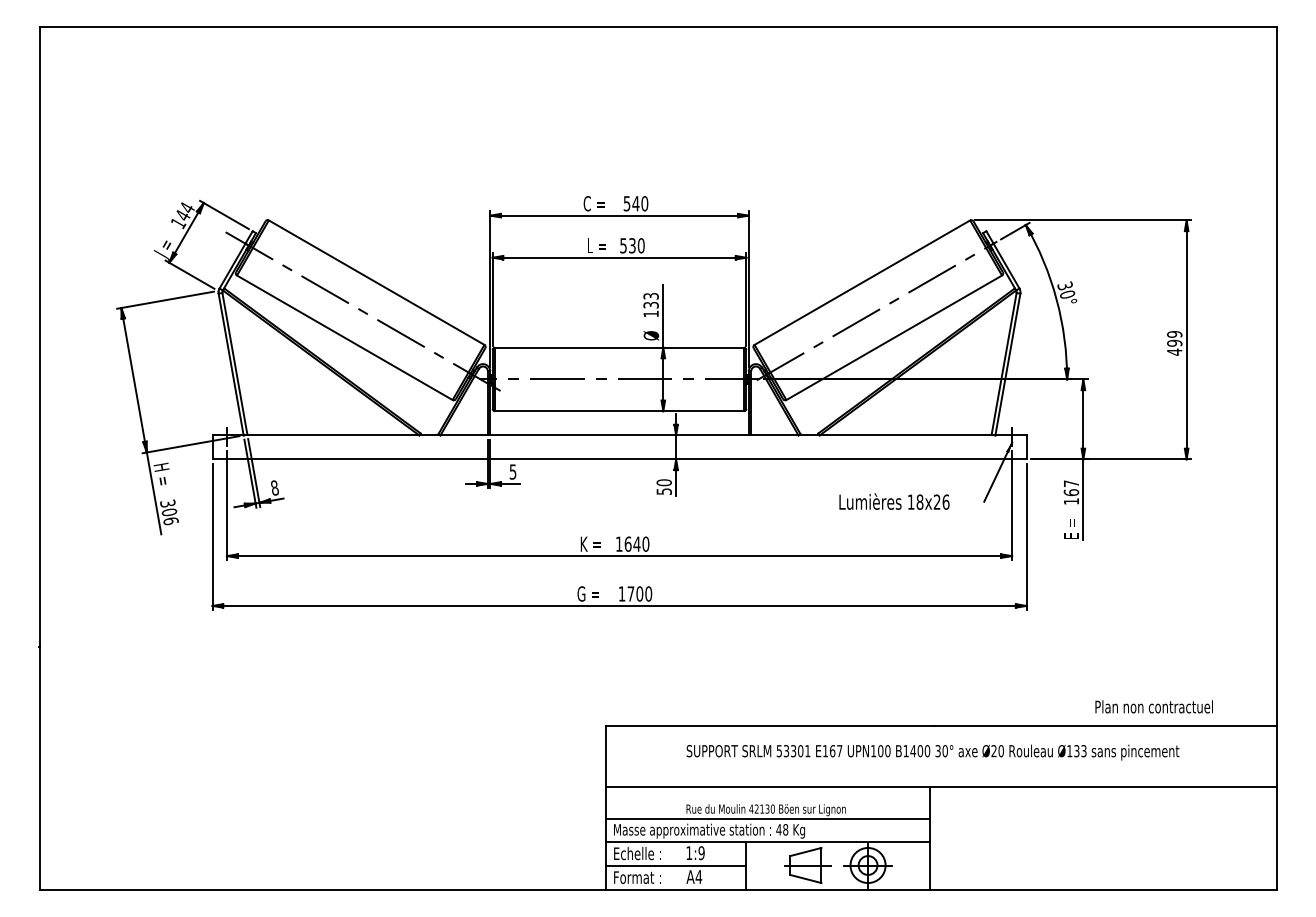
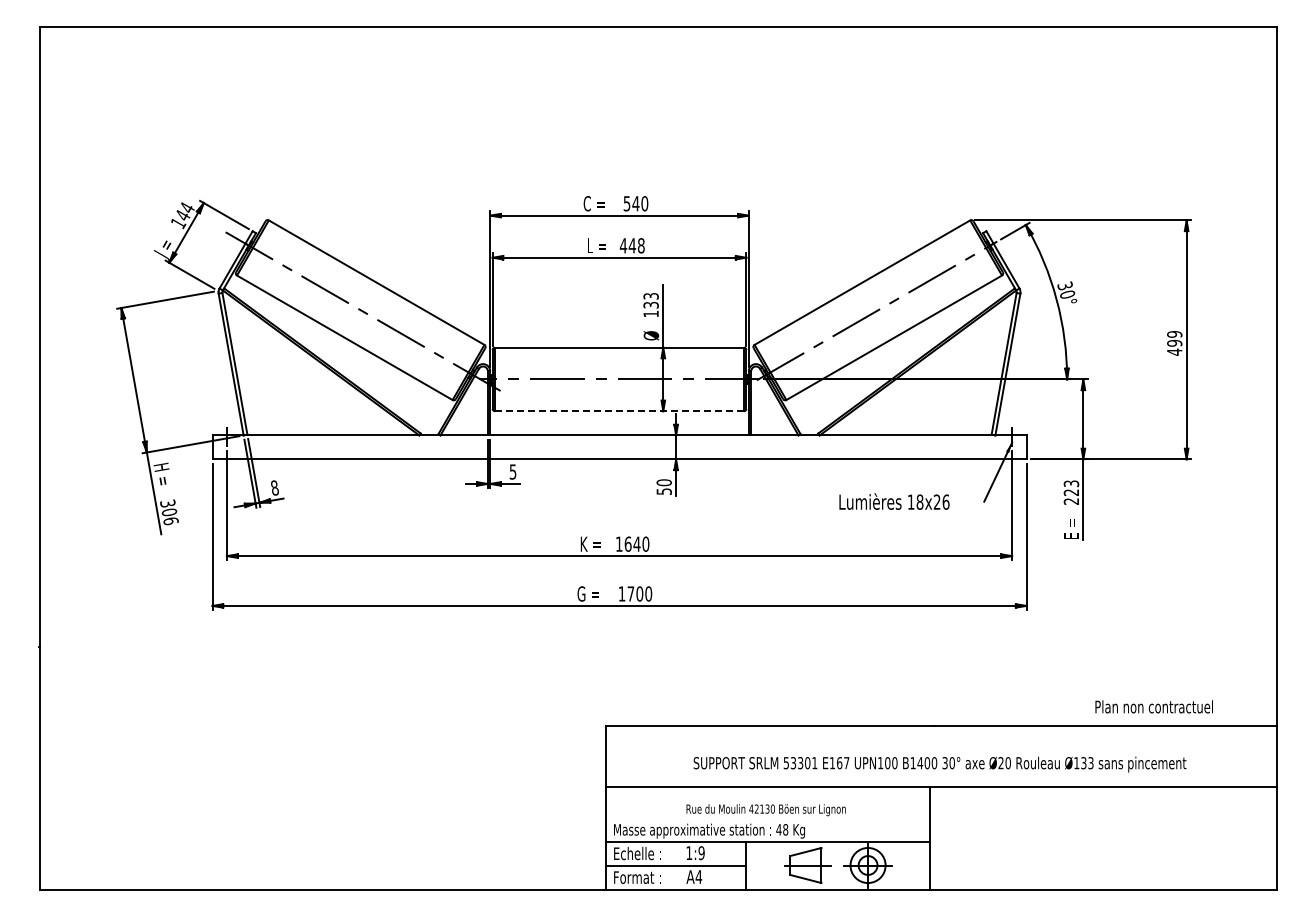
text at (631, 245): 530 -> 448
line at (620, 411): solid -> dashed
text at (1071, 492): 167 -> 223
text at (932, 752) position: (932, 752) -> (939, 764)
line at (767, 818): present -> none
